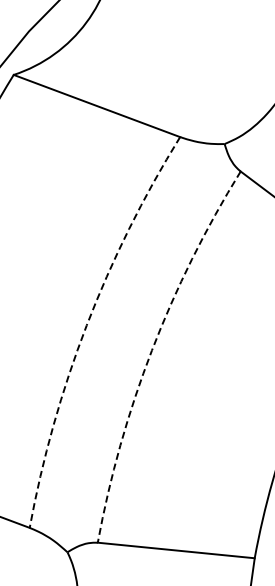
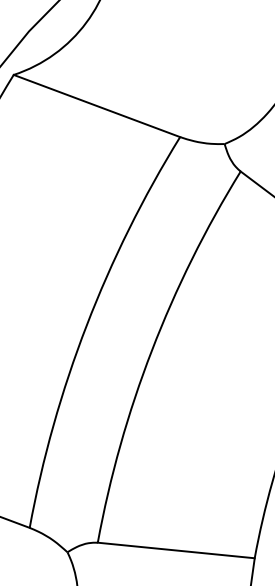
arc at (86, 325): dashed -> solid
arc at (151, 350): dashed -> solid
